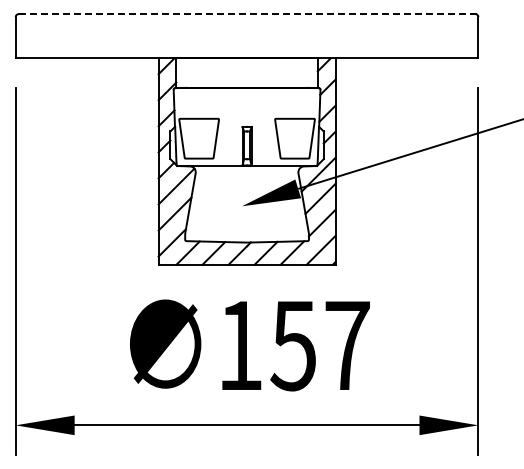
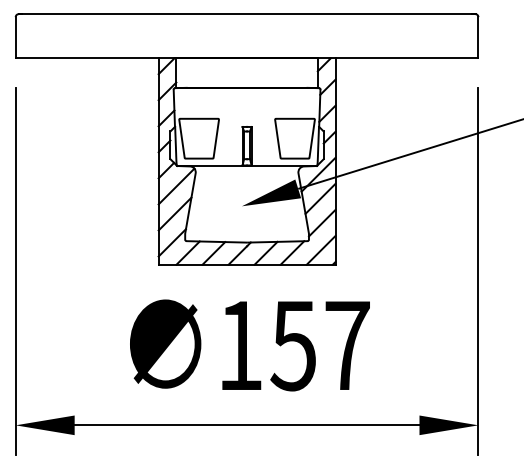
line at (247, 14): dashed -> solid
